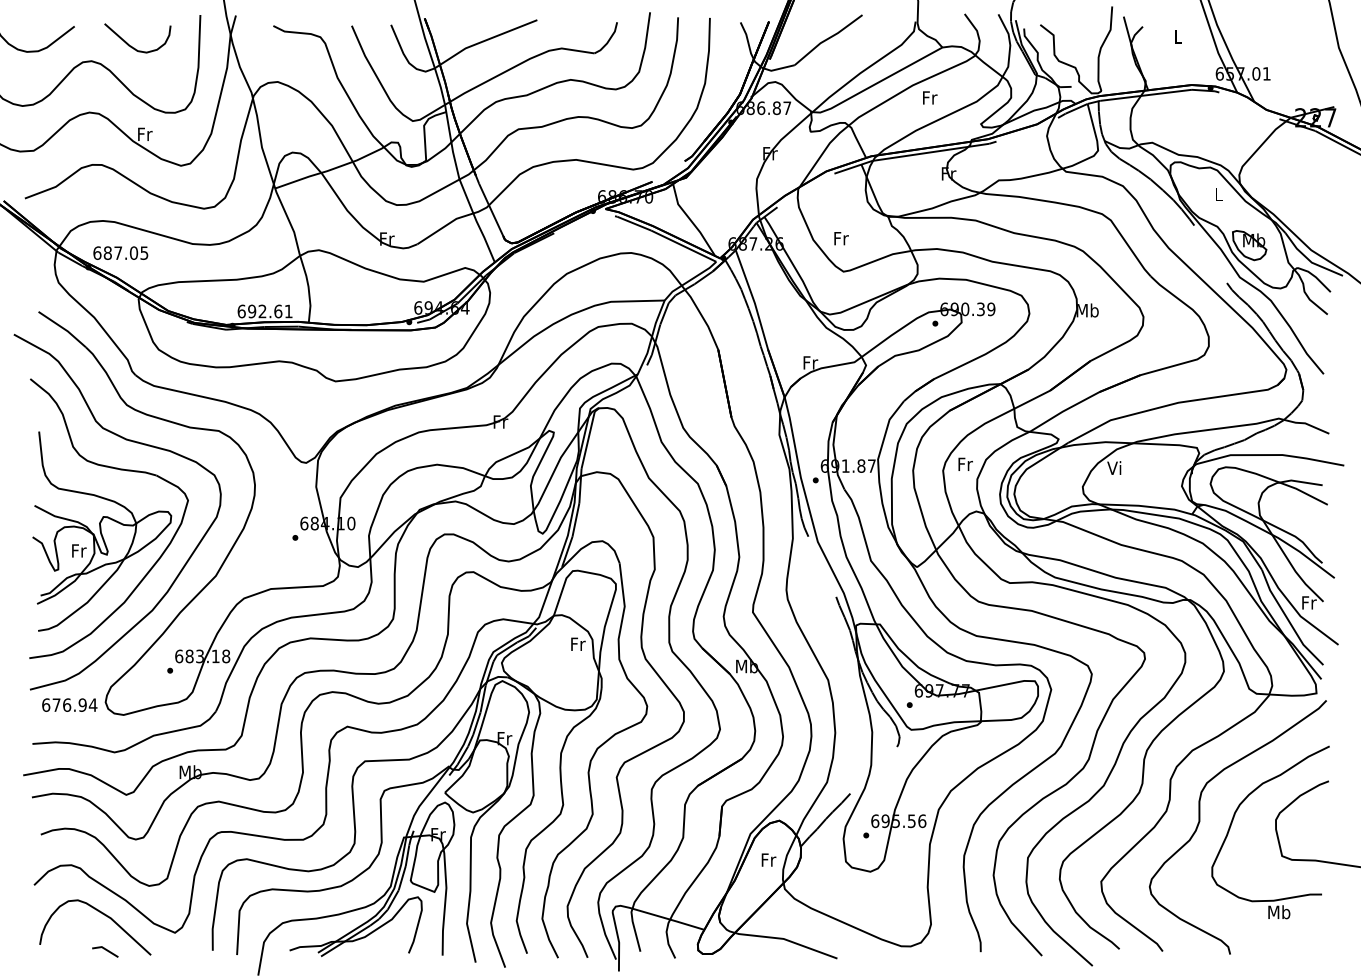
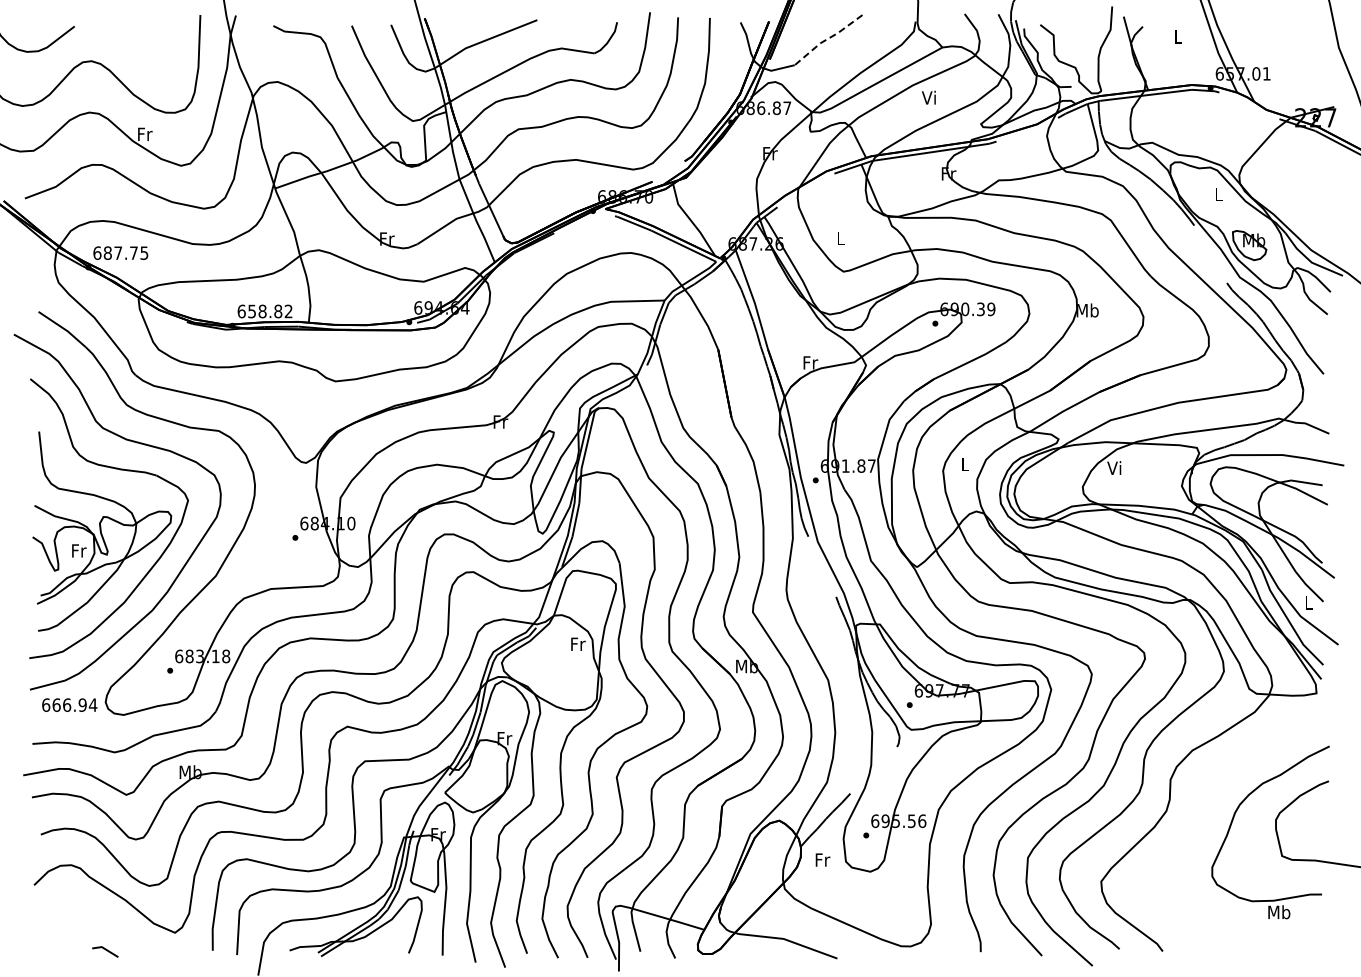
line at (827, 38): solid -> dashed
curve at (131, 45): present -> none
text at (929, 97): Fr -> Vi
text at (841, 238): Fr -> L
text at (133, 252): 687.05 -> 687.75
text at (270, 311): 692.61 -> 658.82
text at (965, 463): Fr -> L
text at (1309, 602): Fr -> L
text at (56, 704): 676.94 -> 666.94
curve at (1200, 821): present -> none
text at (768, 859) position: (768, 859) -> (822, 859)
curve at (102, 914): present -> none
